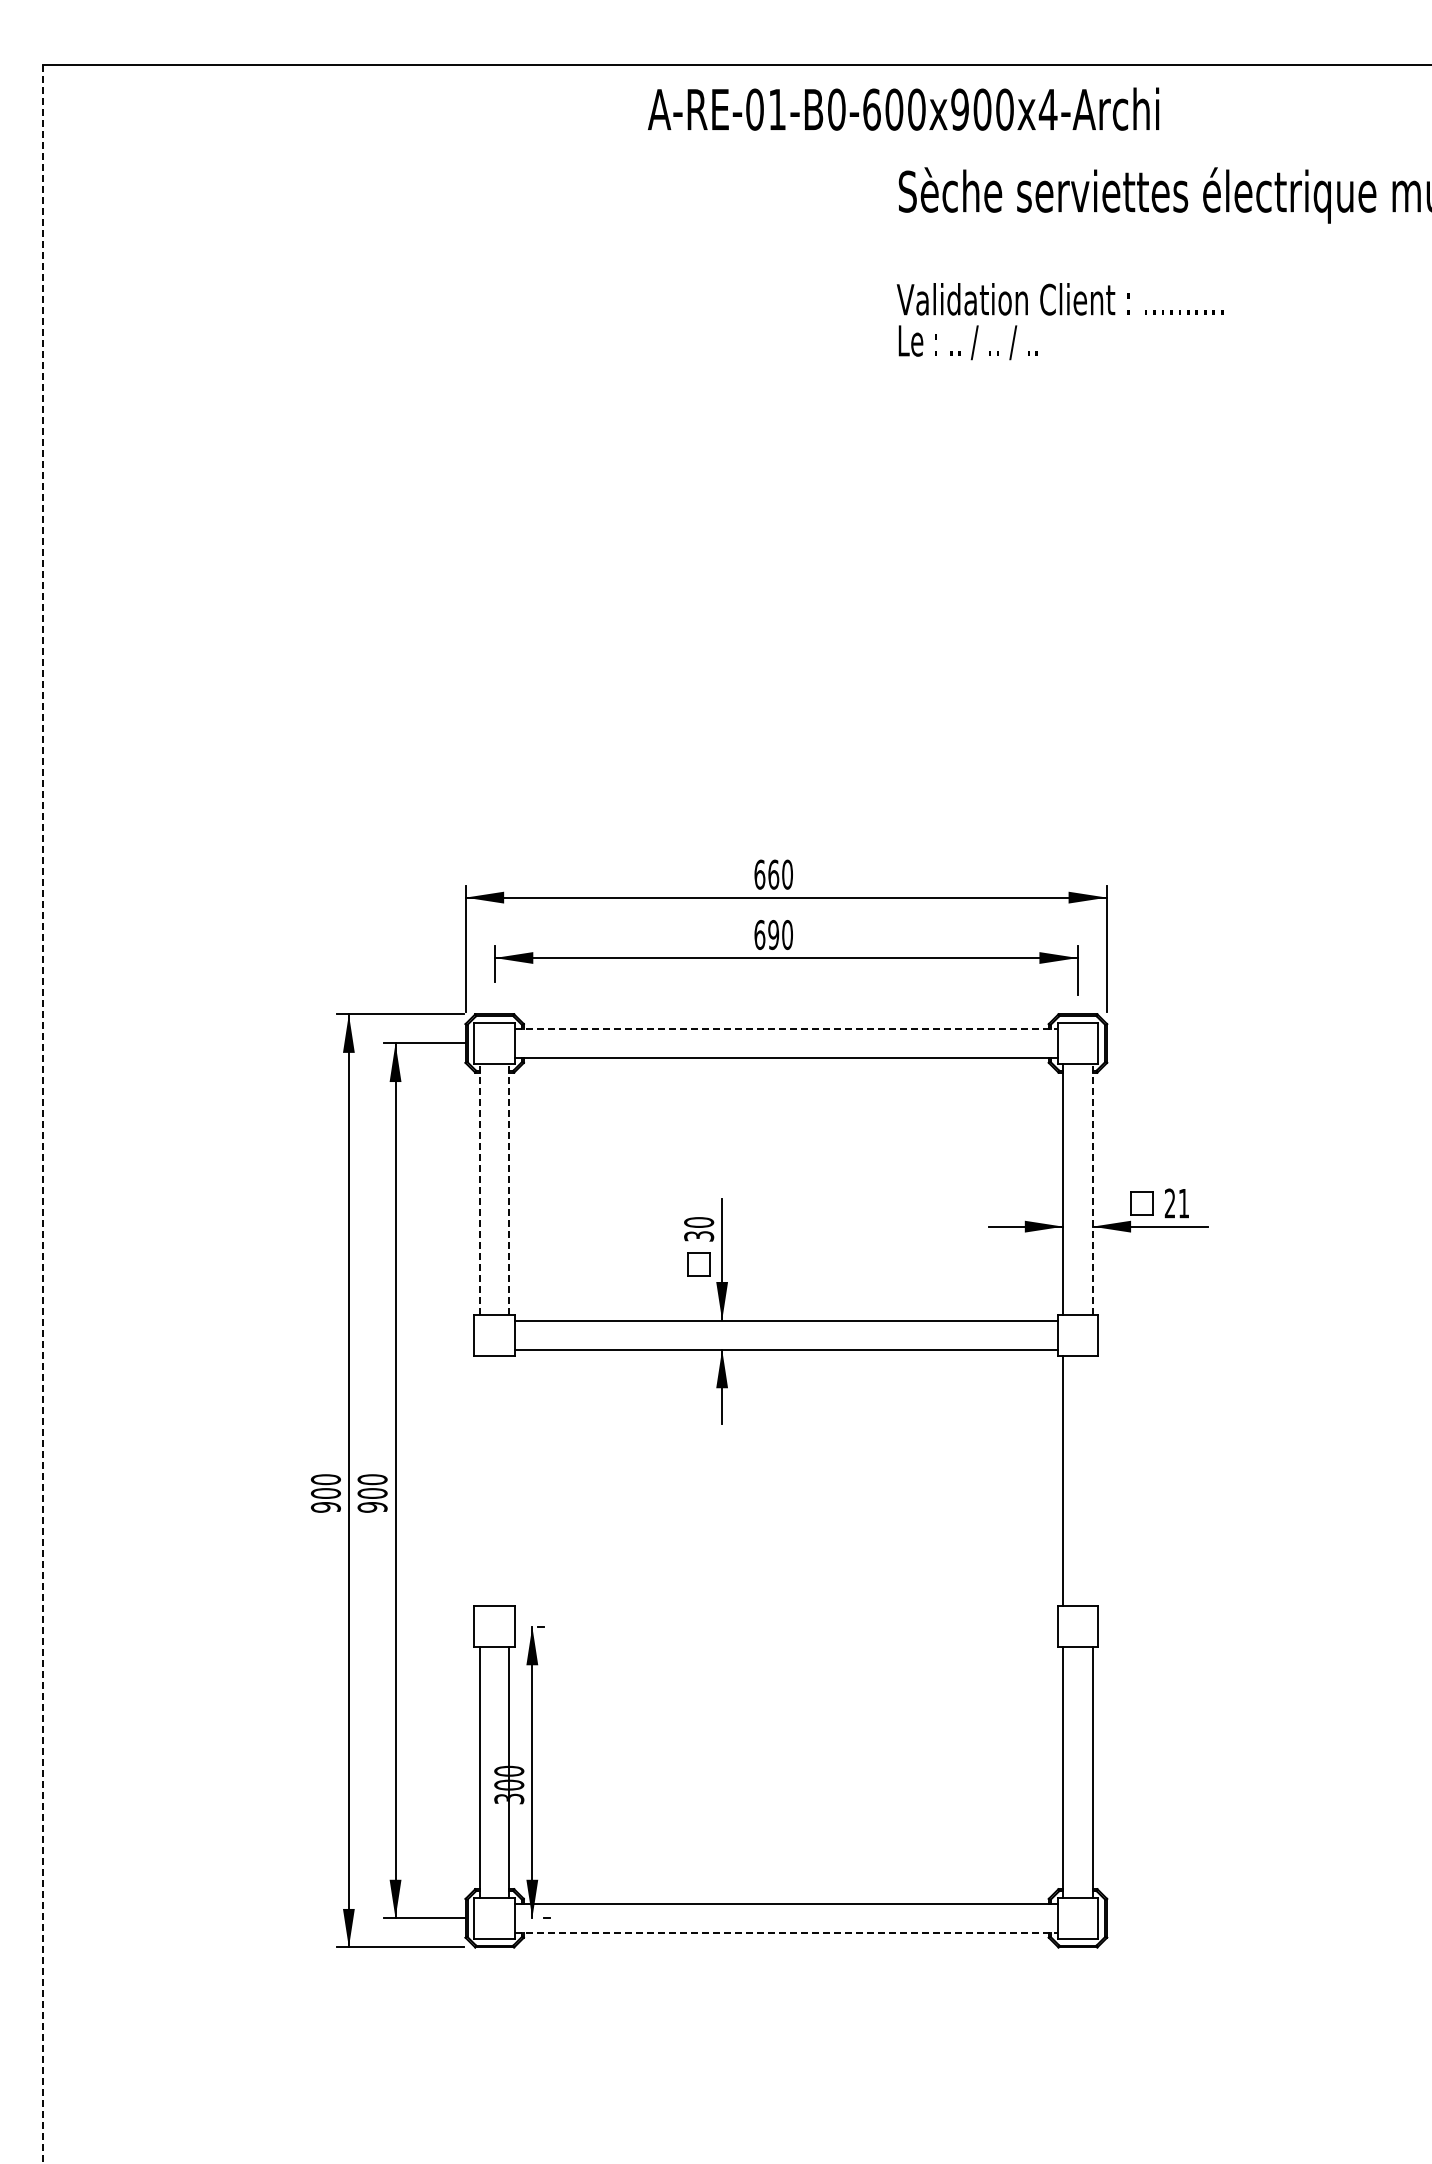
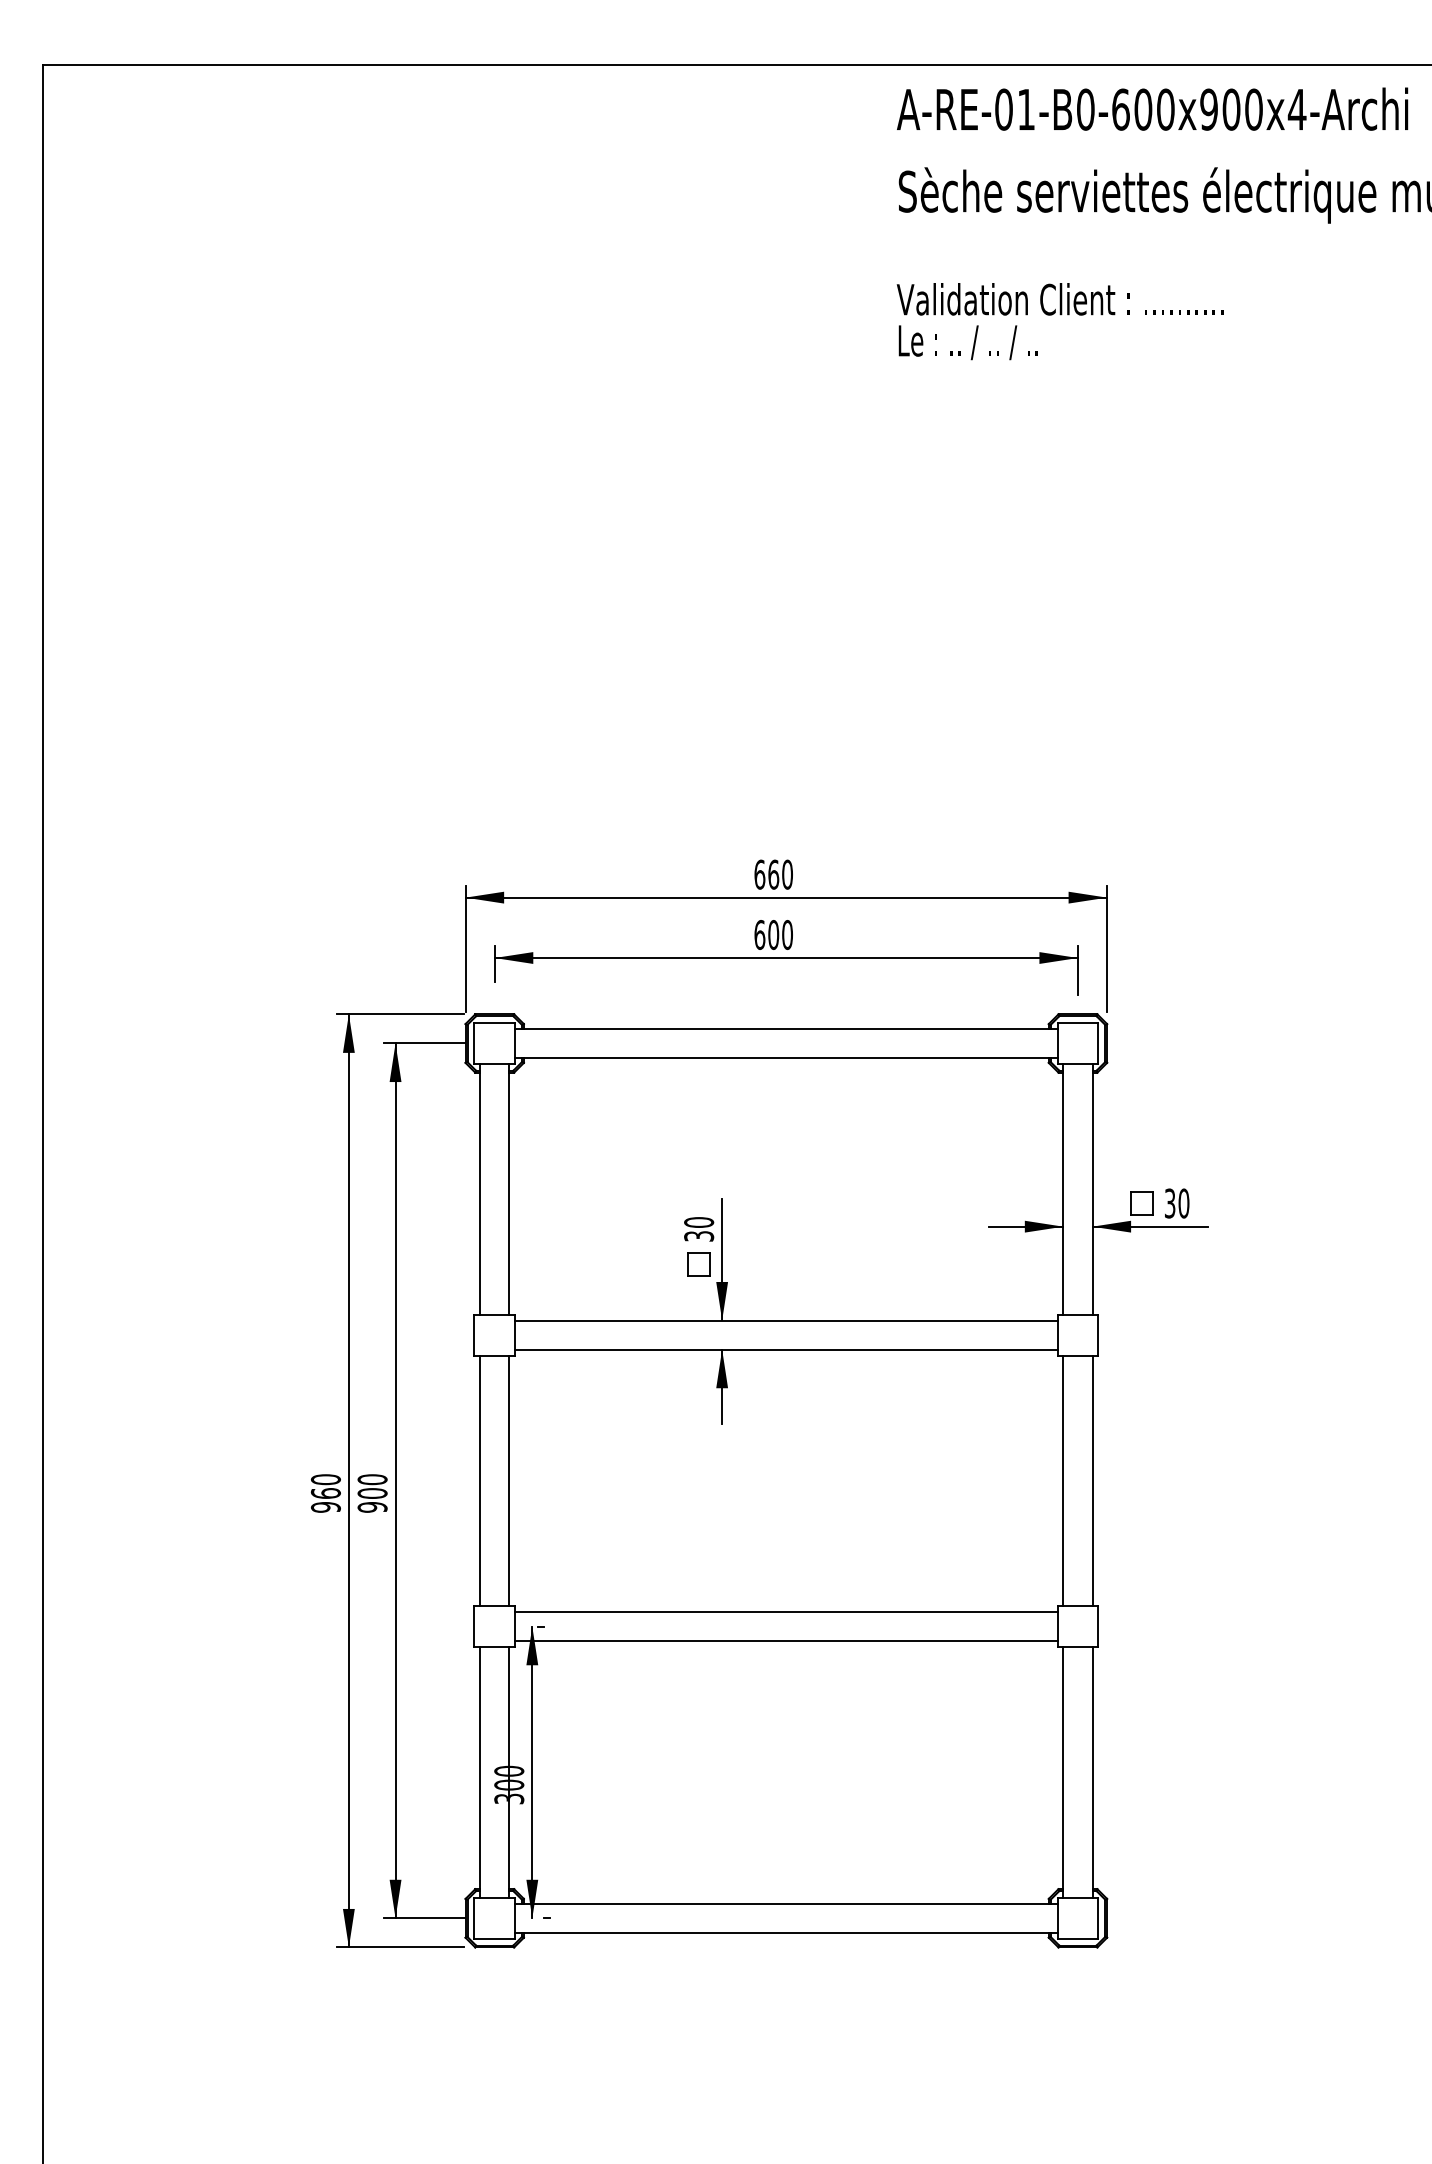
text at (903, 108) position: (903, 108) -> (1152, 108)
text at (773, 935): 690 -> 600
line at (786, 1028): dashed -> solid
line at (42, 1114): dashed -> solid
line at (480, 1188): dashed -> solid
line at (509, 1188): dashed -> solid
line at (1092, 1188): dashed -> solid
text at (1176, 1203): 21 -> 30
line at (480, 1480): none -> present
line at (509, 1480): none -> present
line at (1092, 1480): none -> present
text at (325, 1493): 900 -> 960
line at (786, 1612): none -> present
line at (786, 1641): none -> present
line at (786, 1932): dashed -> solid
